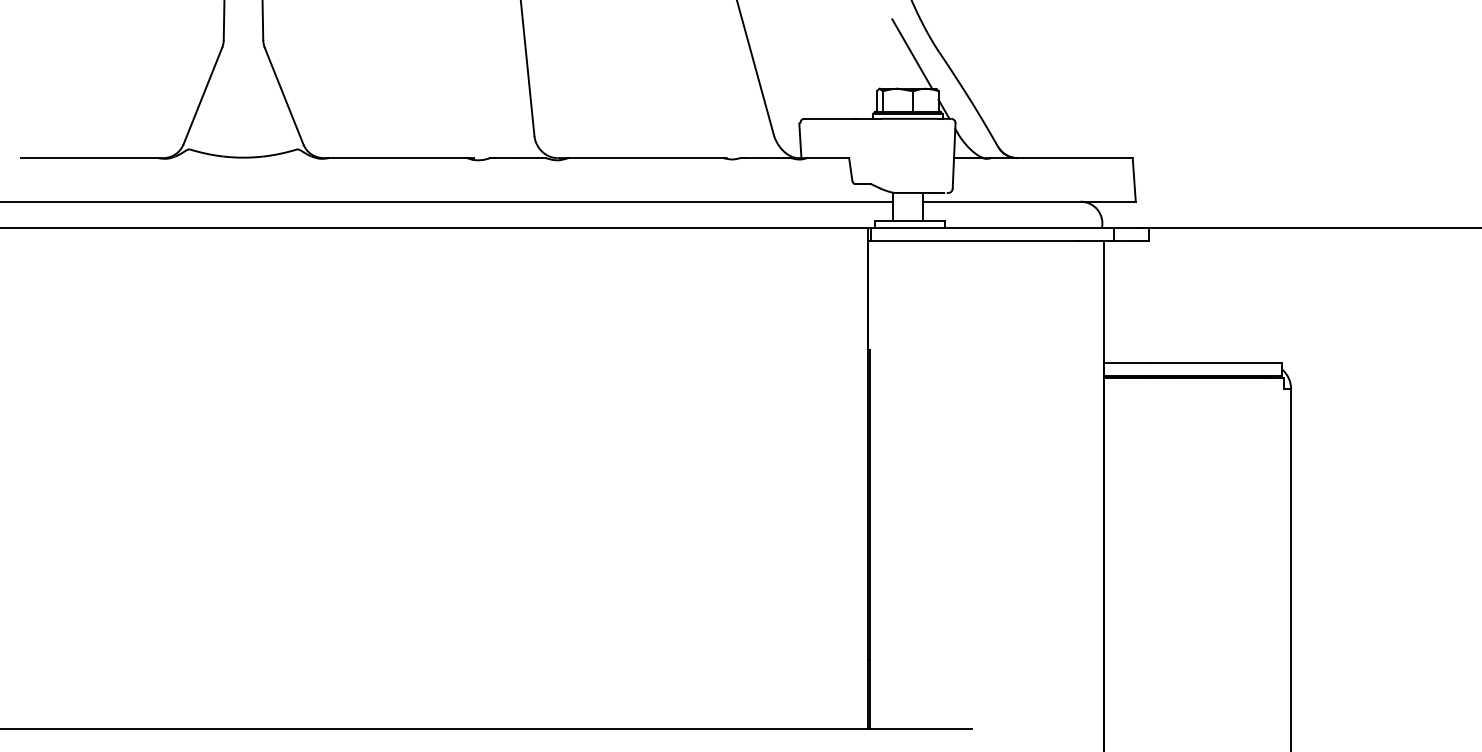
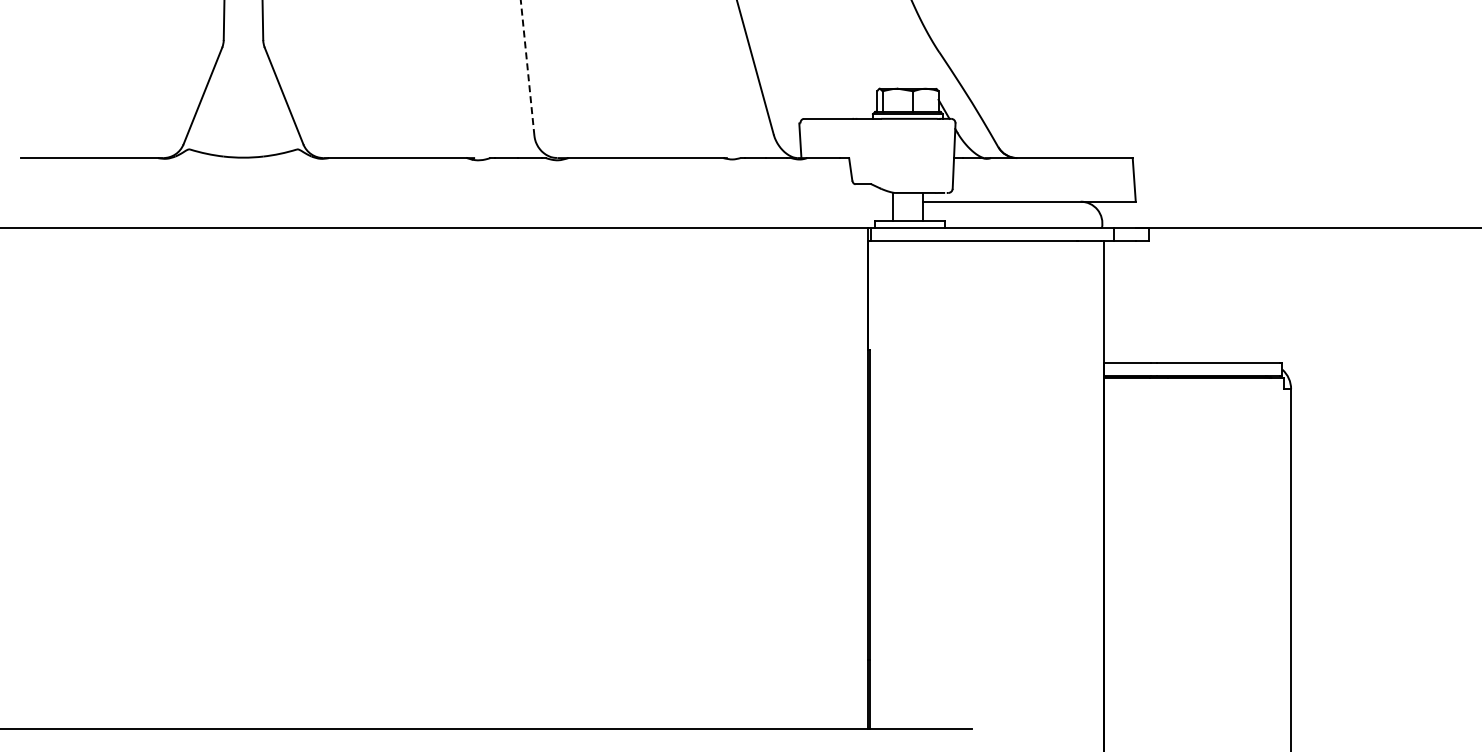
line at (912, 53): present -> none
line at (527, 67): solid -> dashed
line at (447, 201): present -> none
